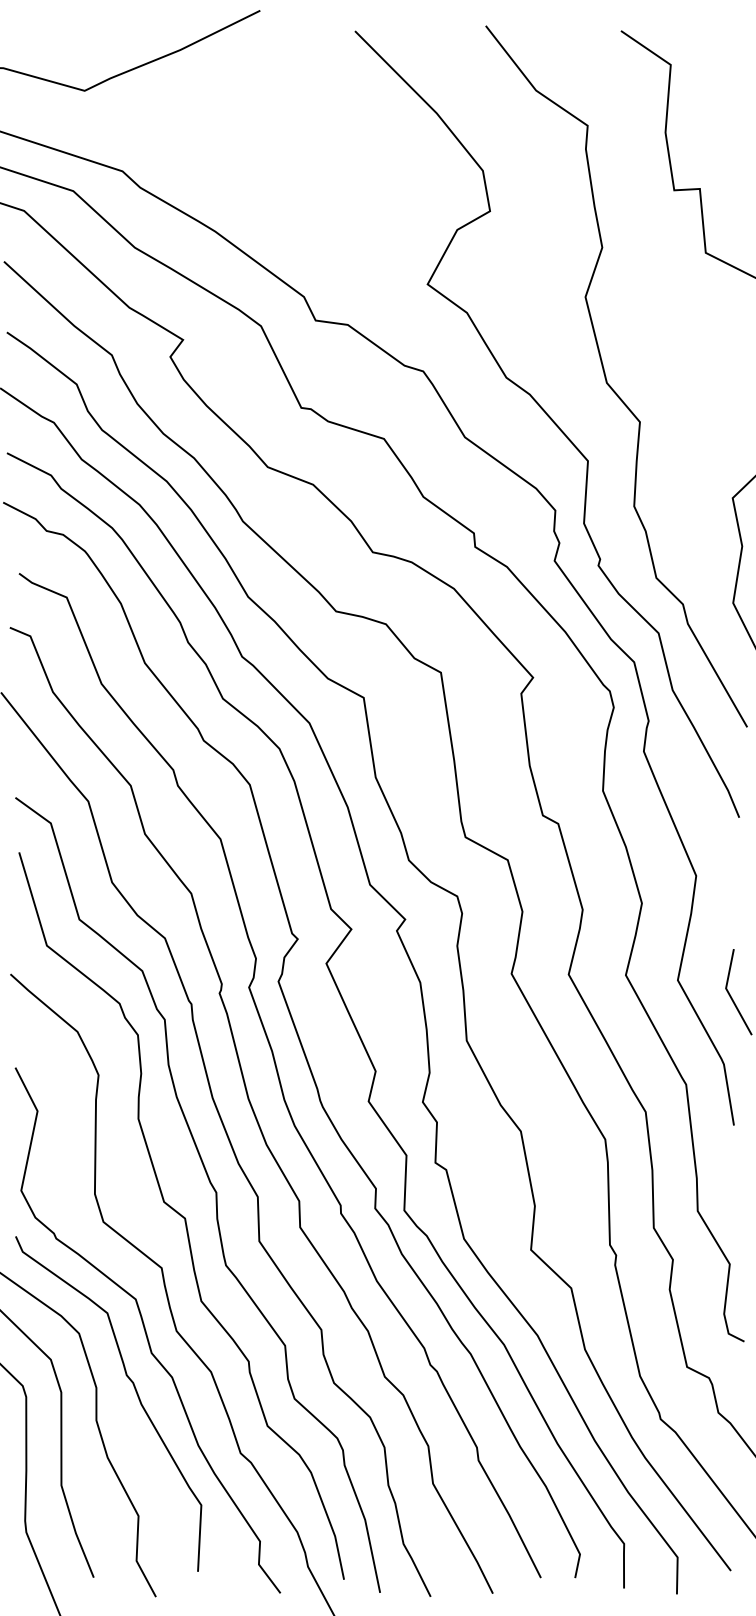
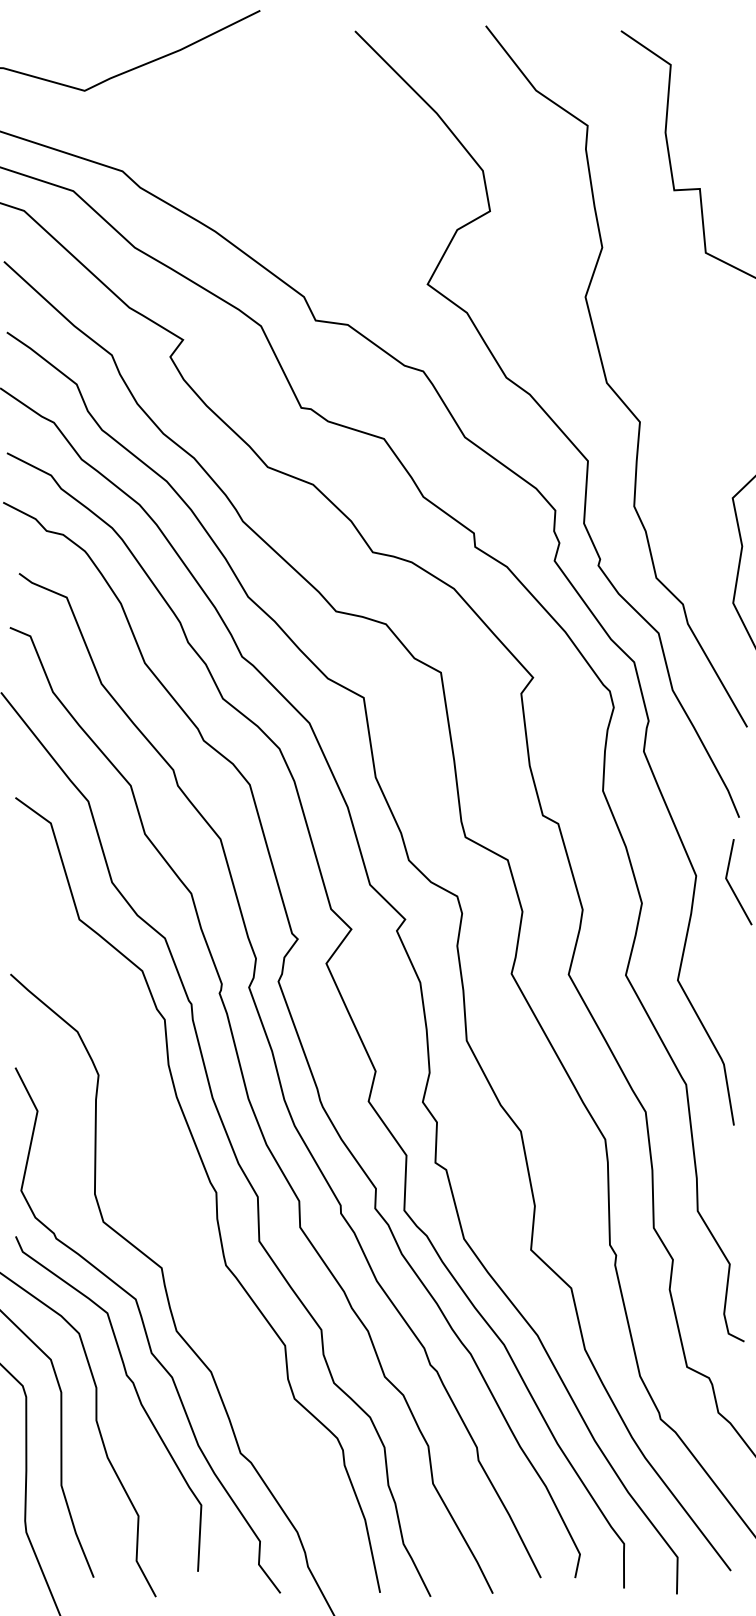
line at (732, 997) position: (732, 997) -> (732, 887)
curve at (181, 1215): present -> none
